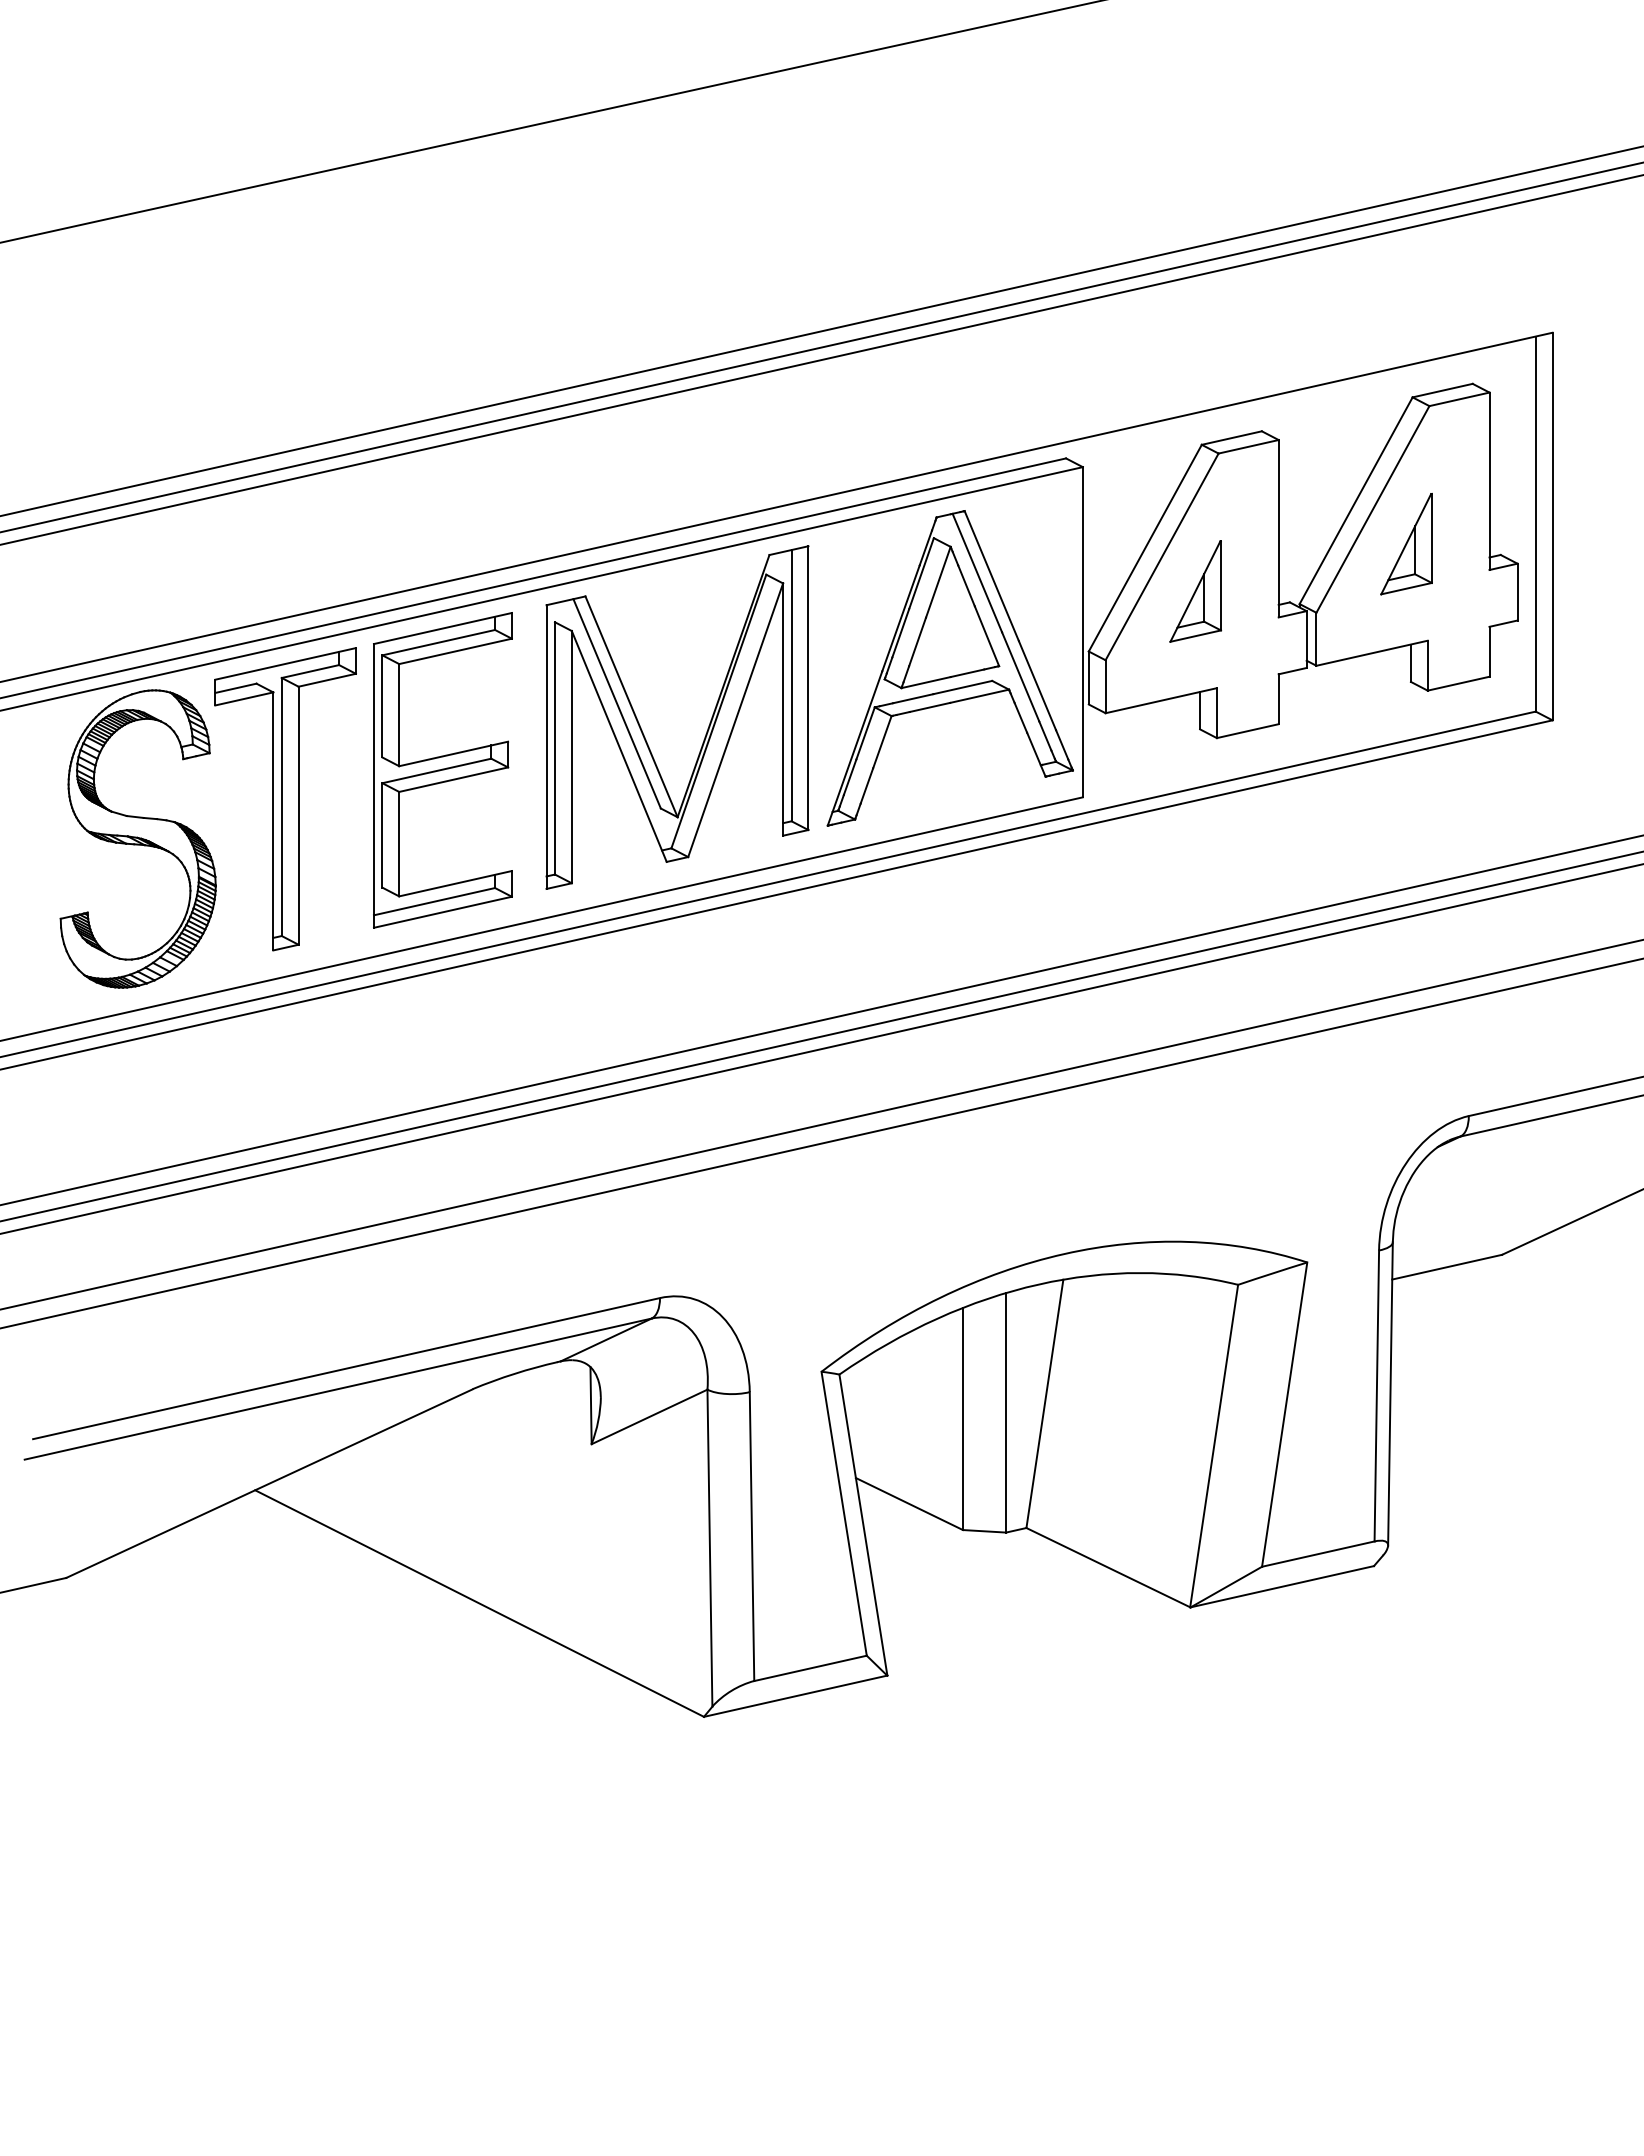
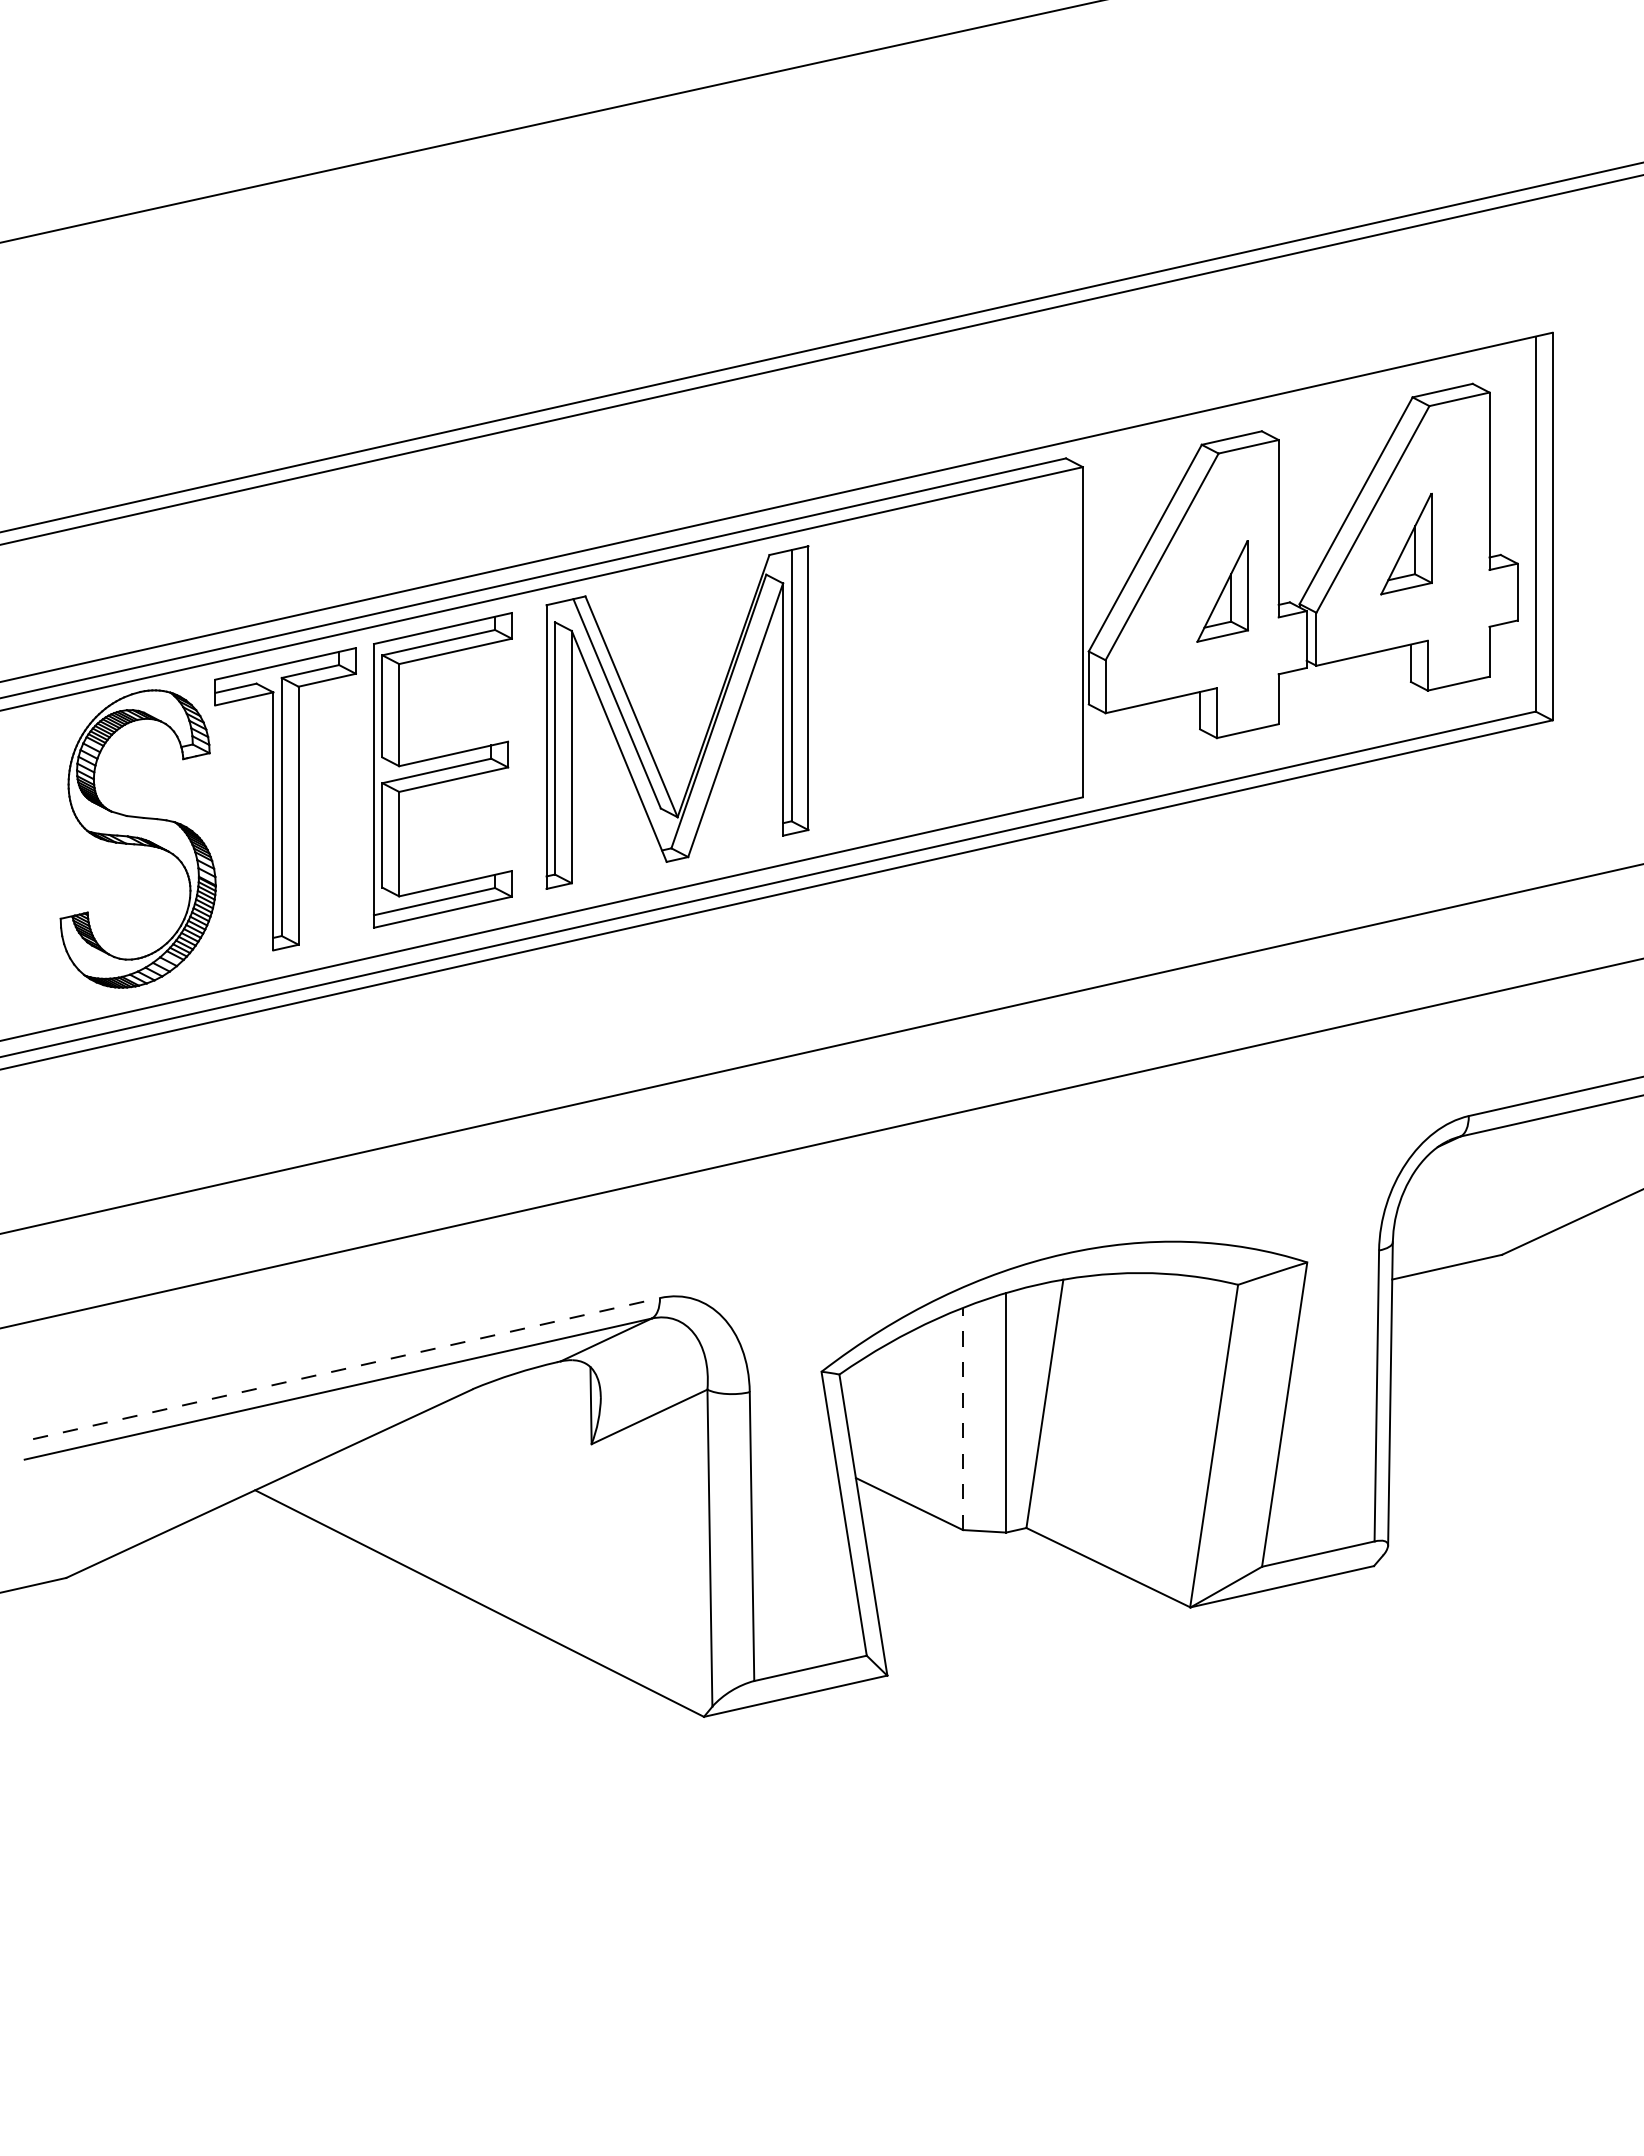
line at (821, 331): present -> none
part at (1195, 591) position: (1195, 591) -> (1222, 591)
part at (949, 668): present -> none
line at (821, 1020): present -> none
line at (821, 1036): present -> none
line at (821, 1124): present -> none
line at (347, 1368): solid -> dashed
line at (962, 1418): solid -> dashed
